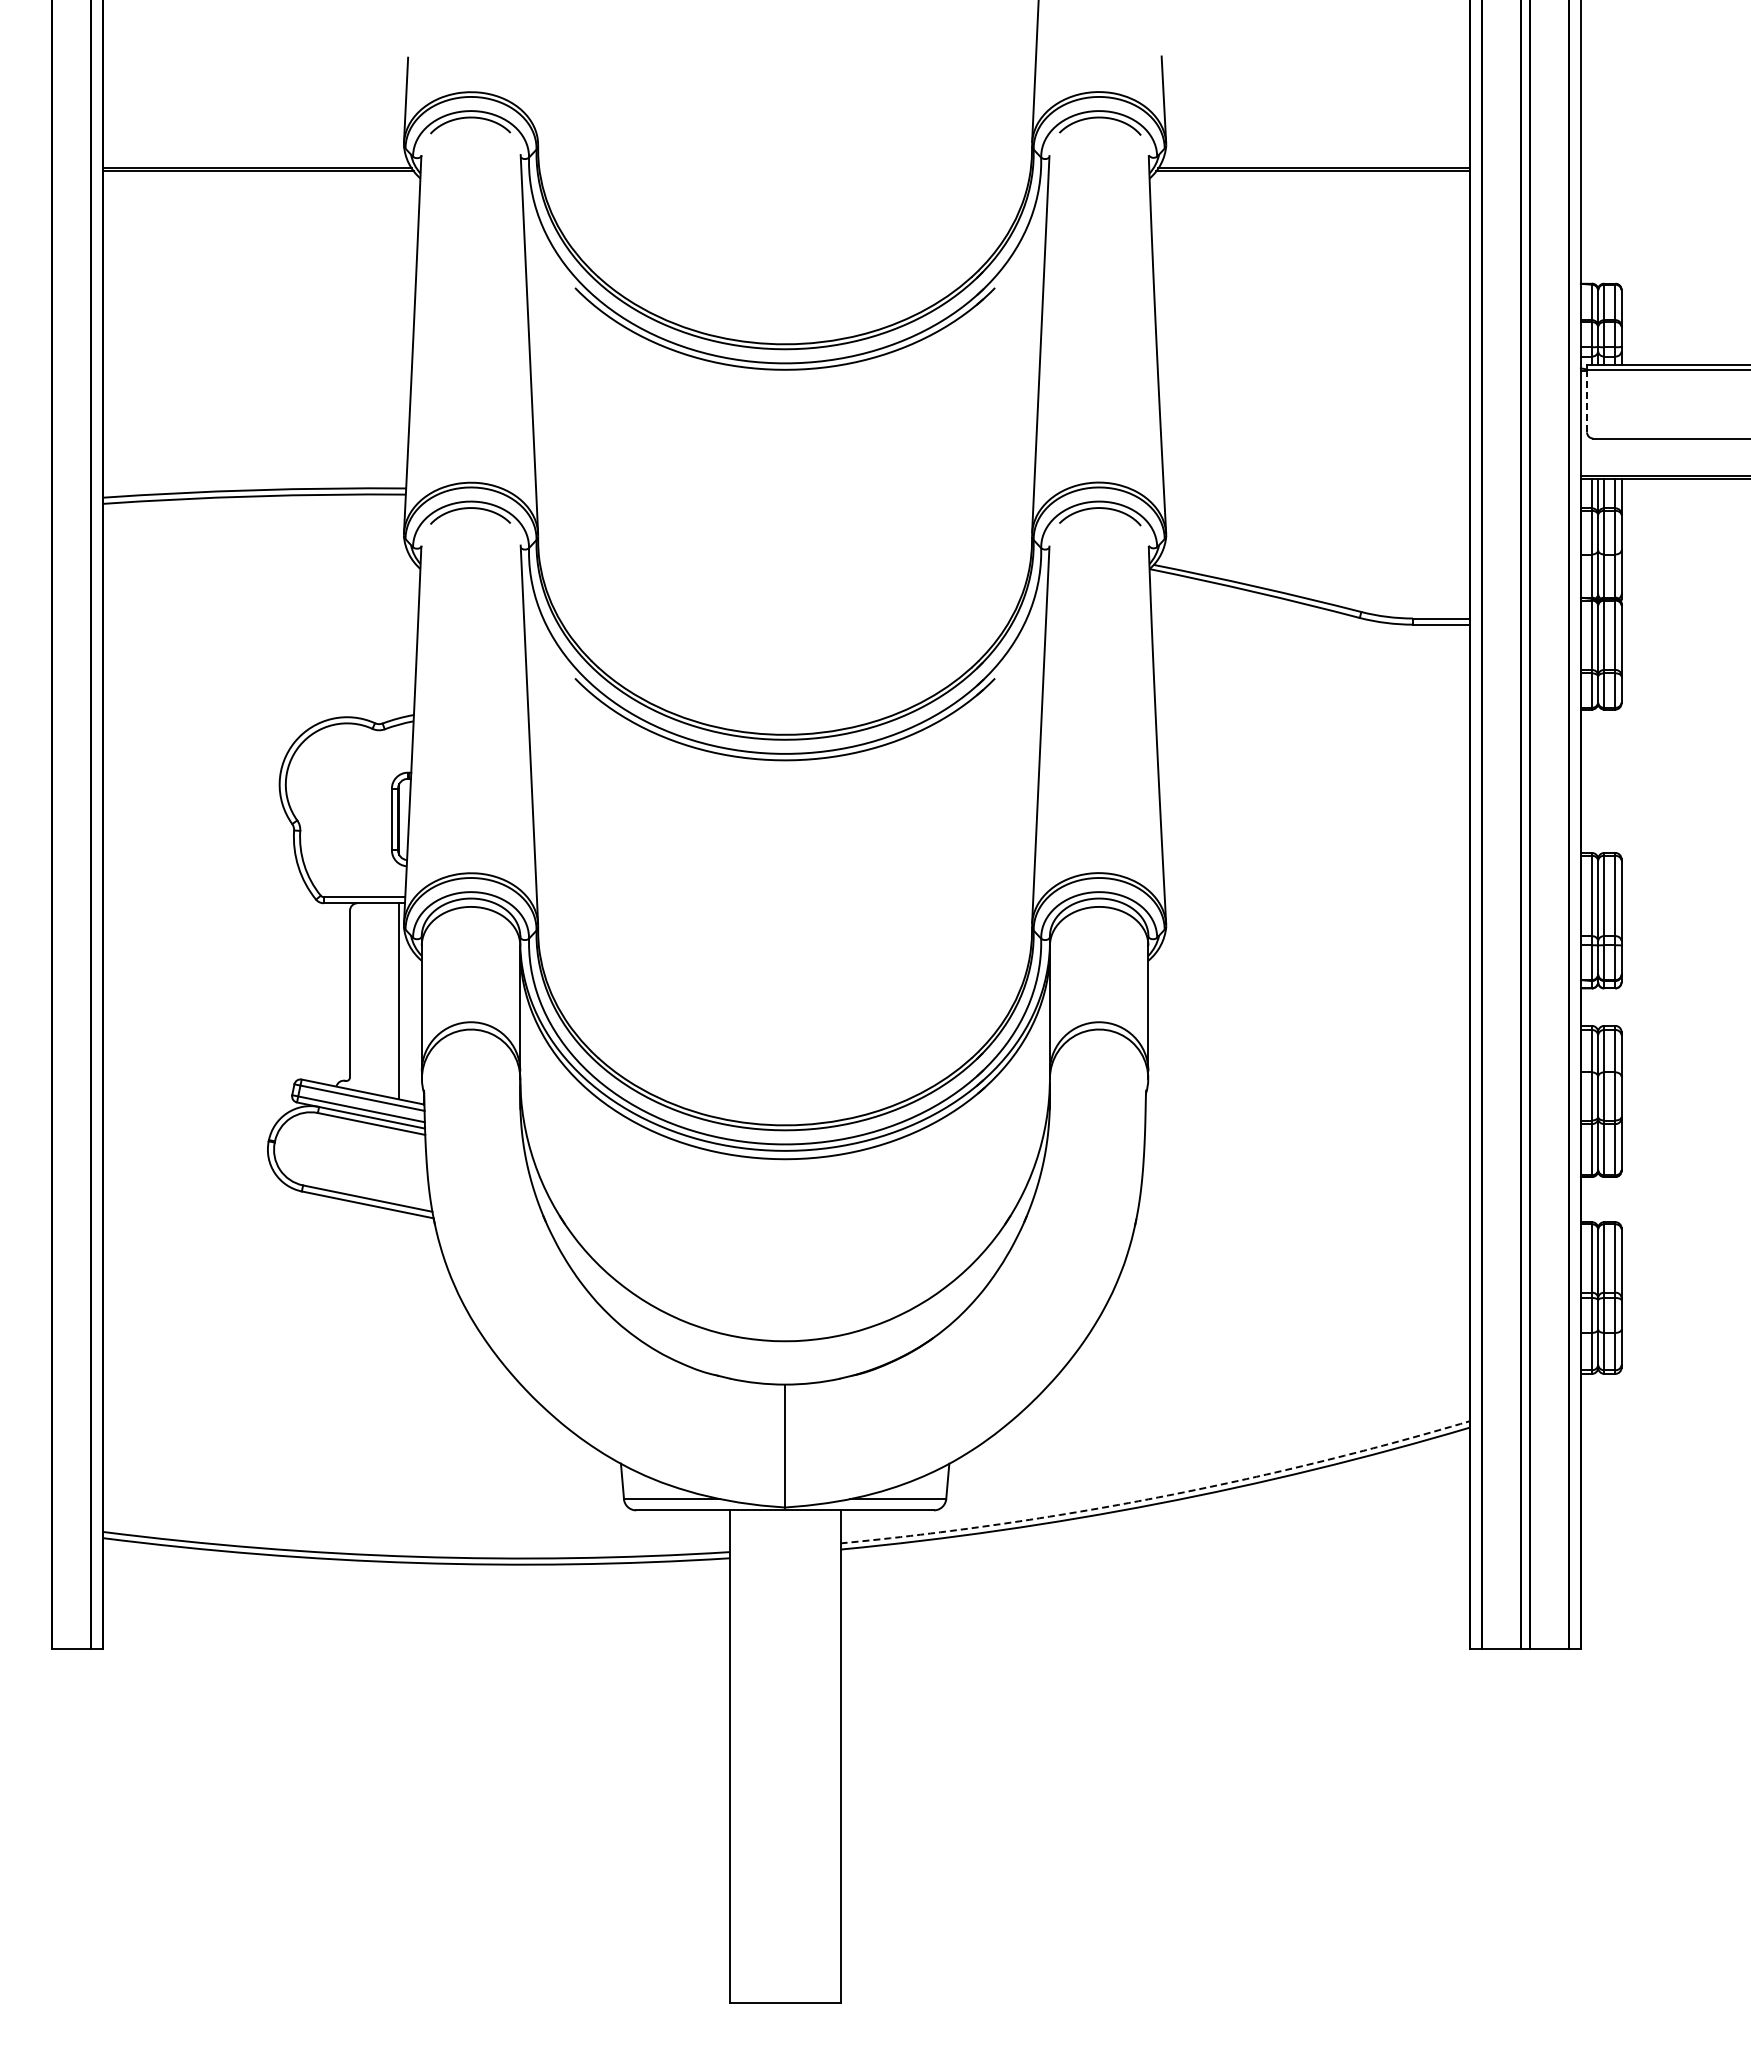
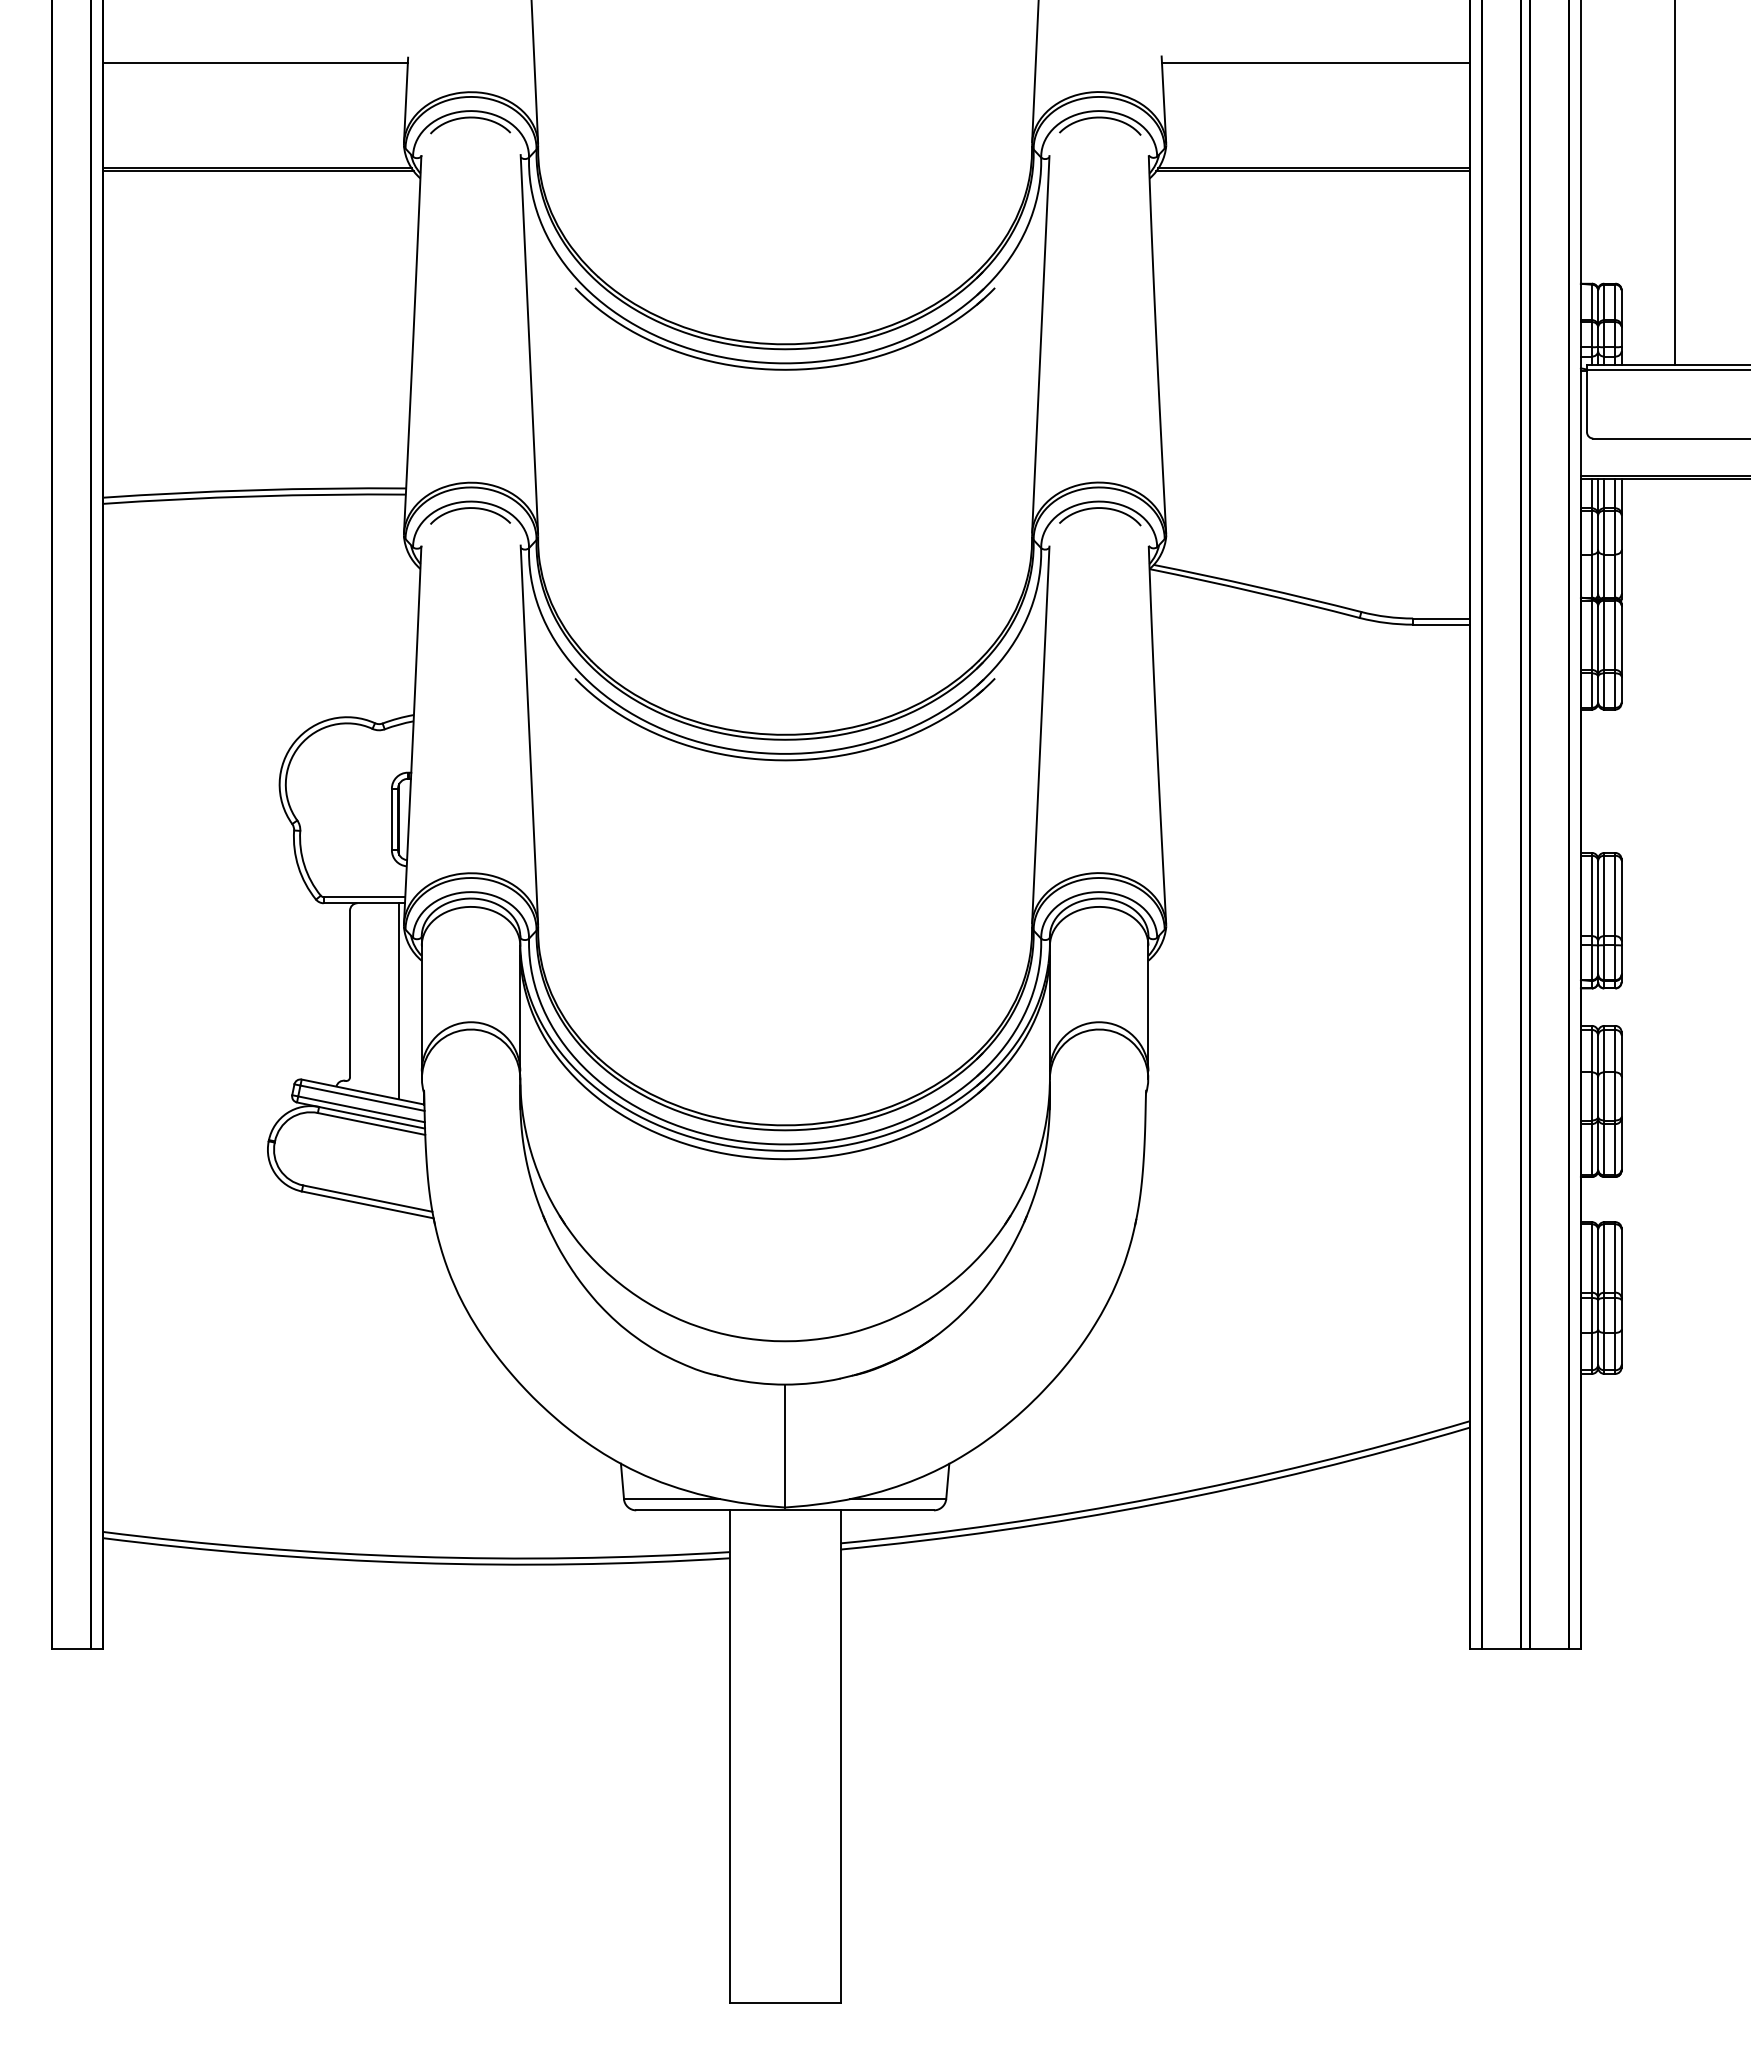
line at (254, 63): none -> present
line at (1316, 63): none -> present
line at (534, 72): none -> present
line at (1674, 183): none -> present
line at (1587, 401): dashed -> solid
arc at (1158, 1497): dashed -> solid
